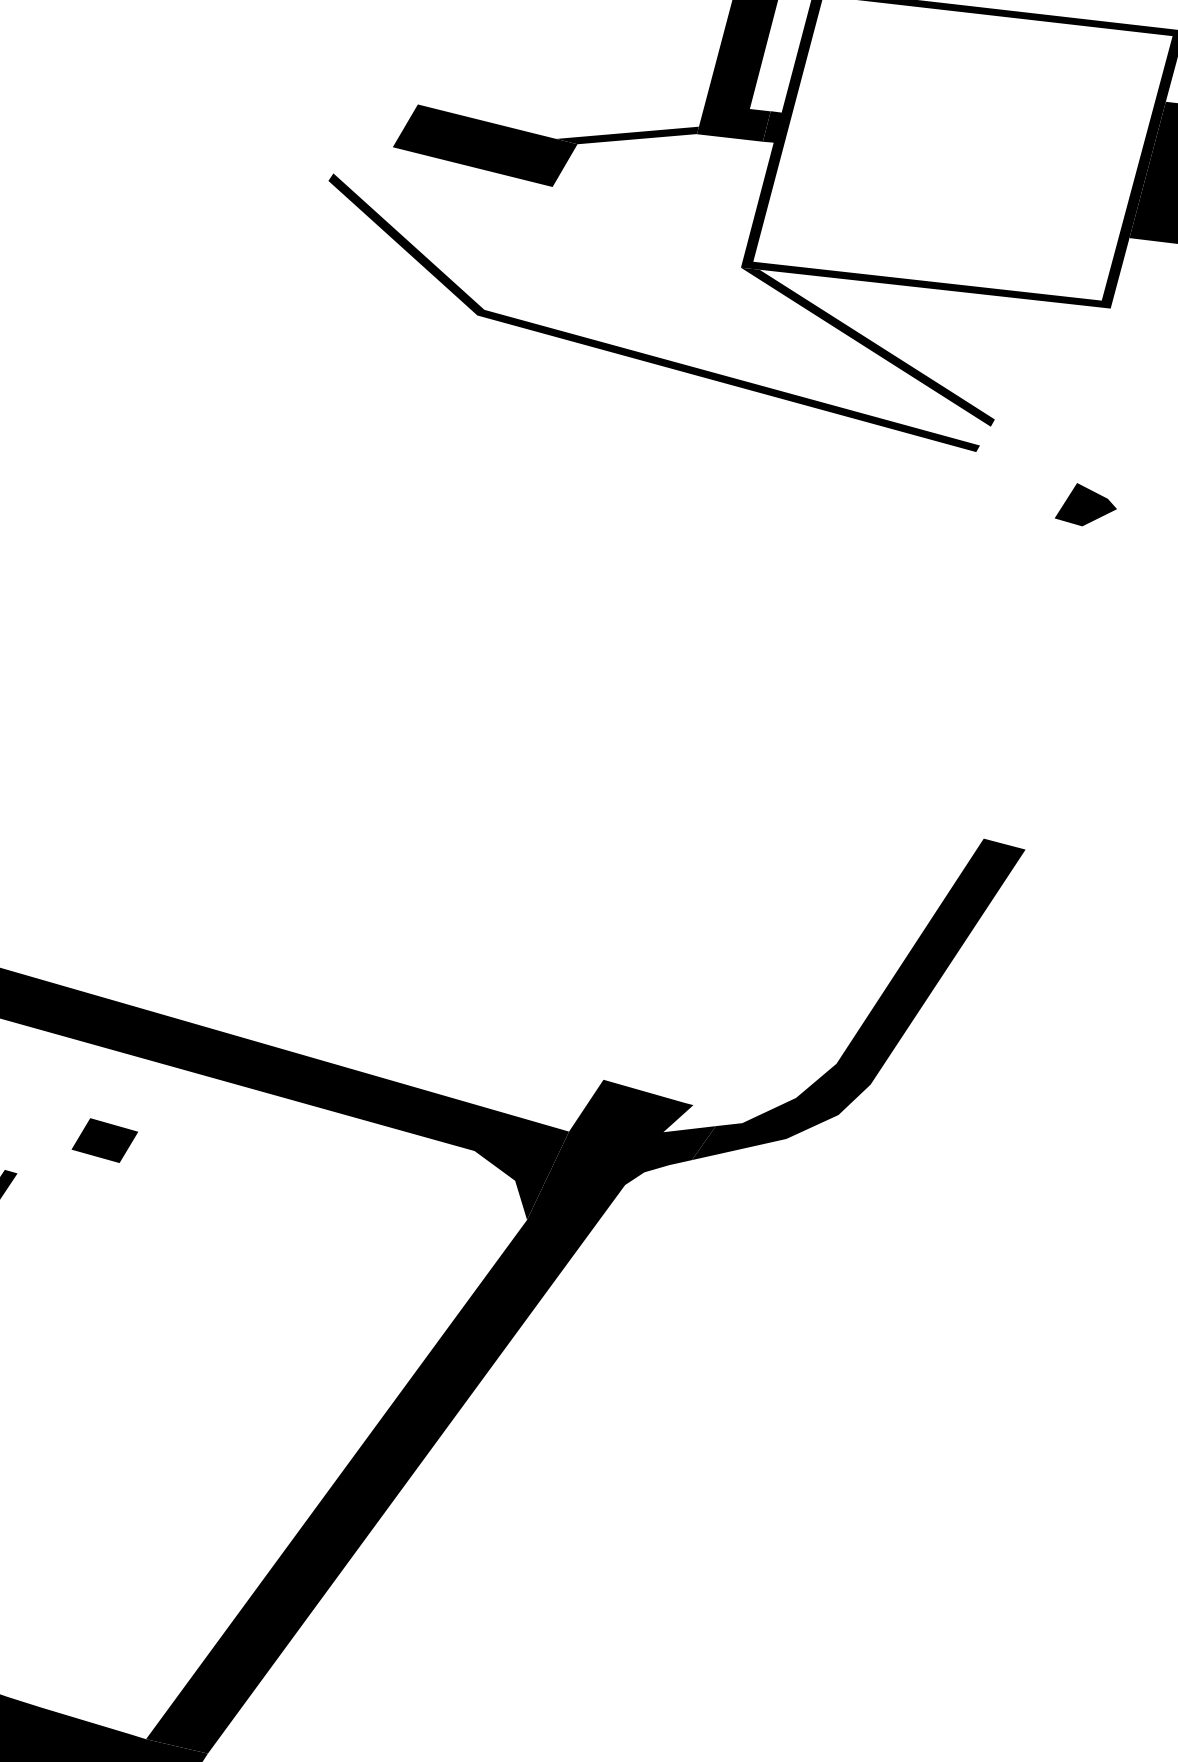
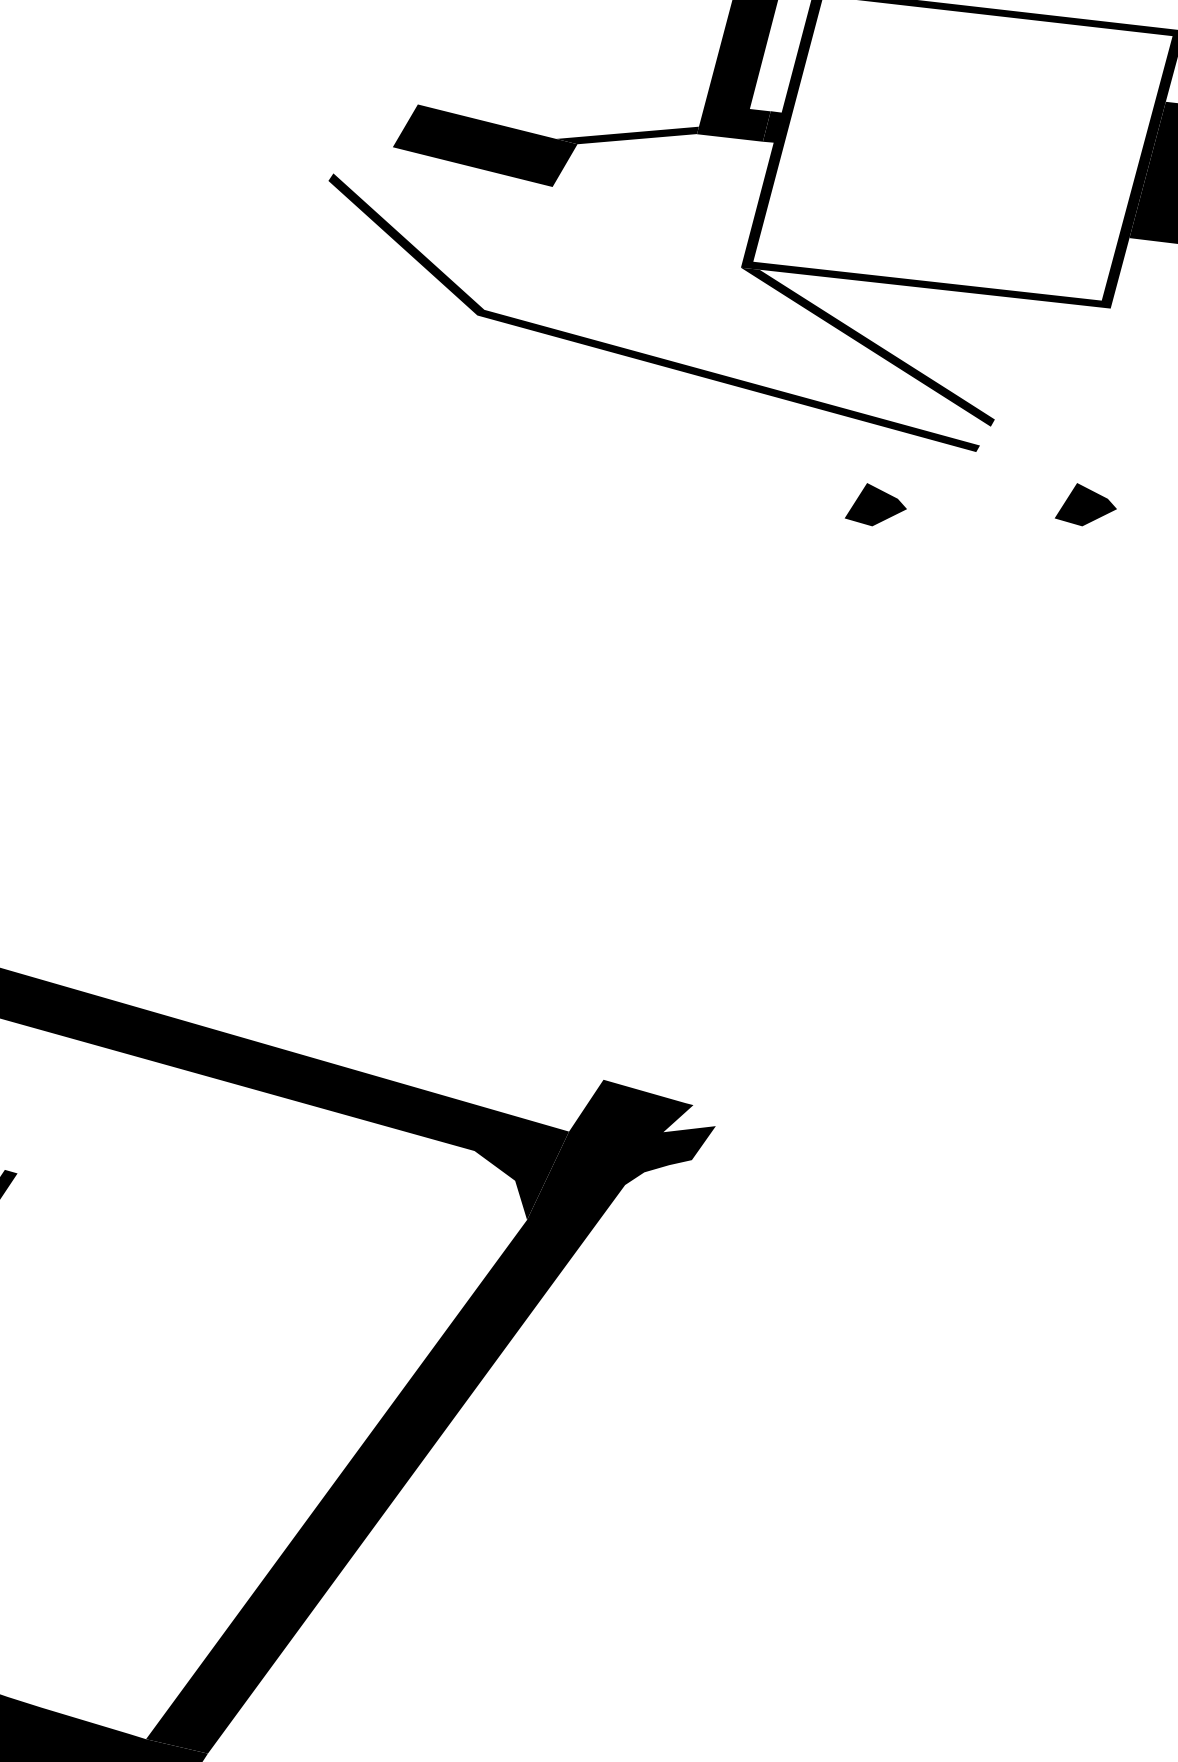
part at (875, 504): none -> present
fill at (858, 999): present -> none
fill at (104, 1140): present -> none
